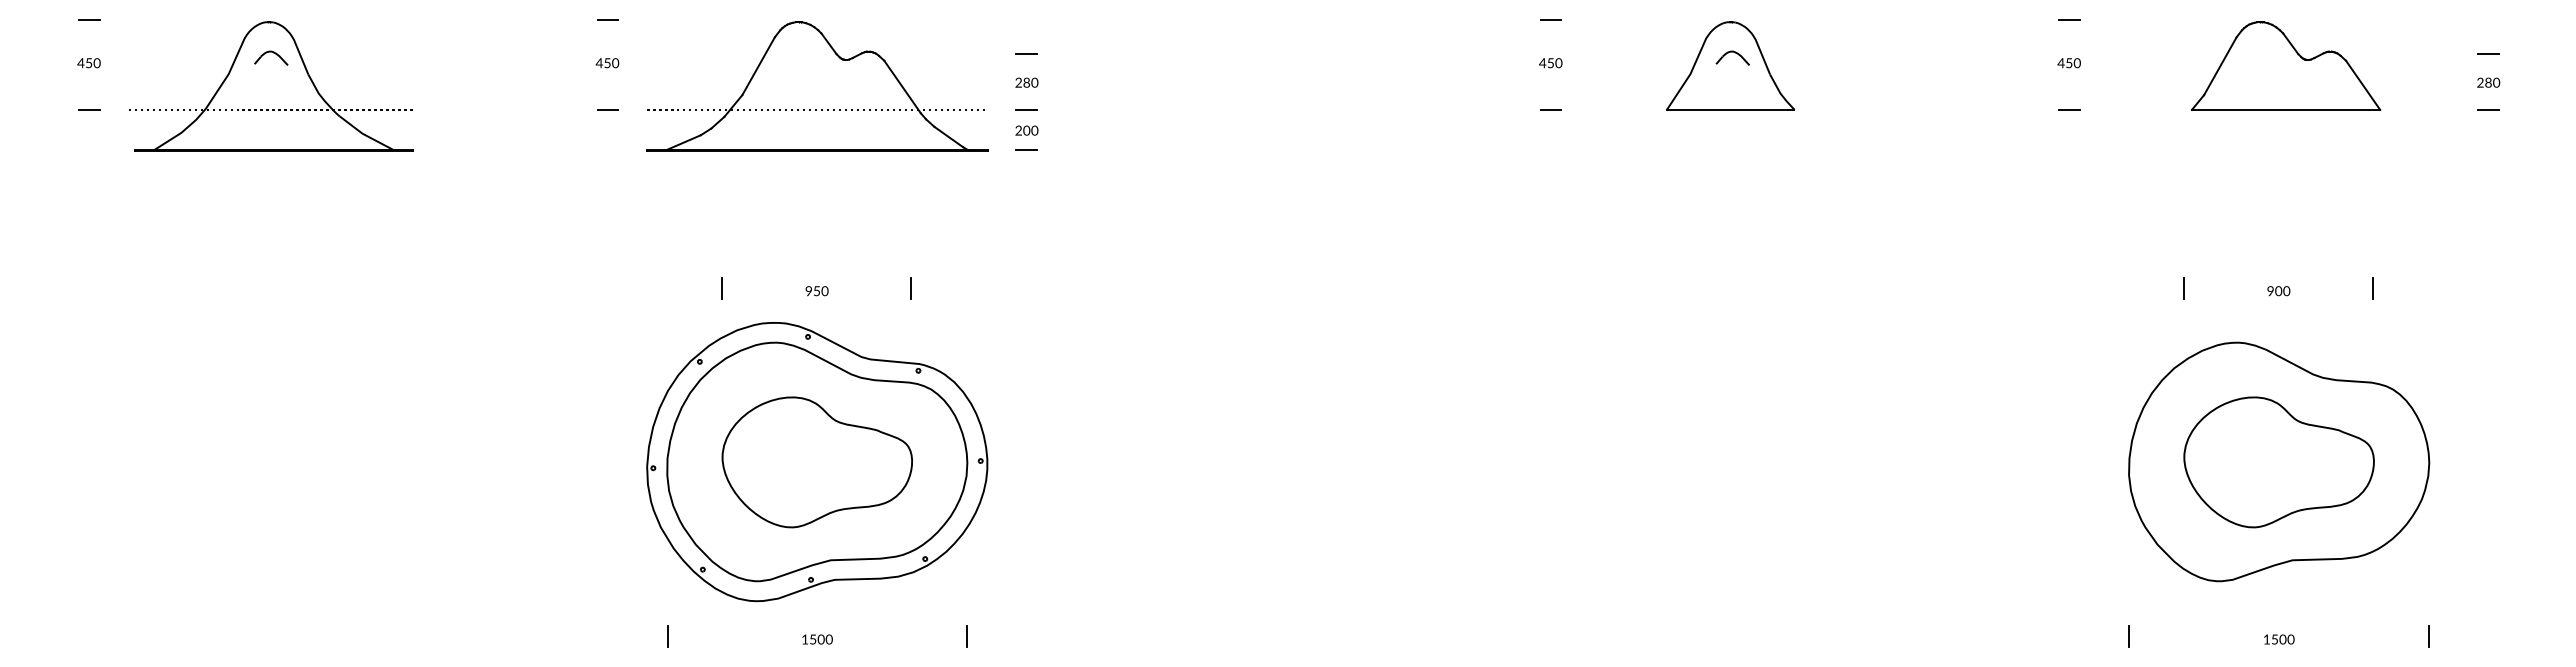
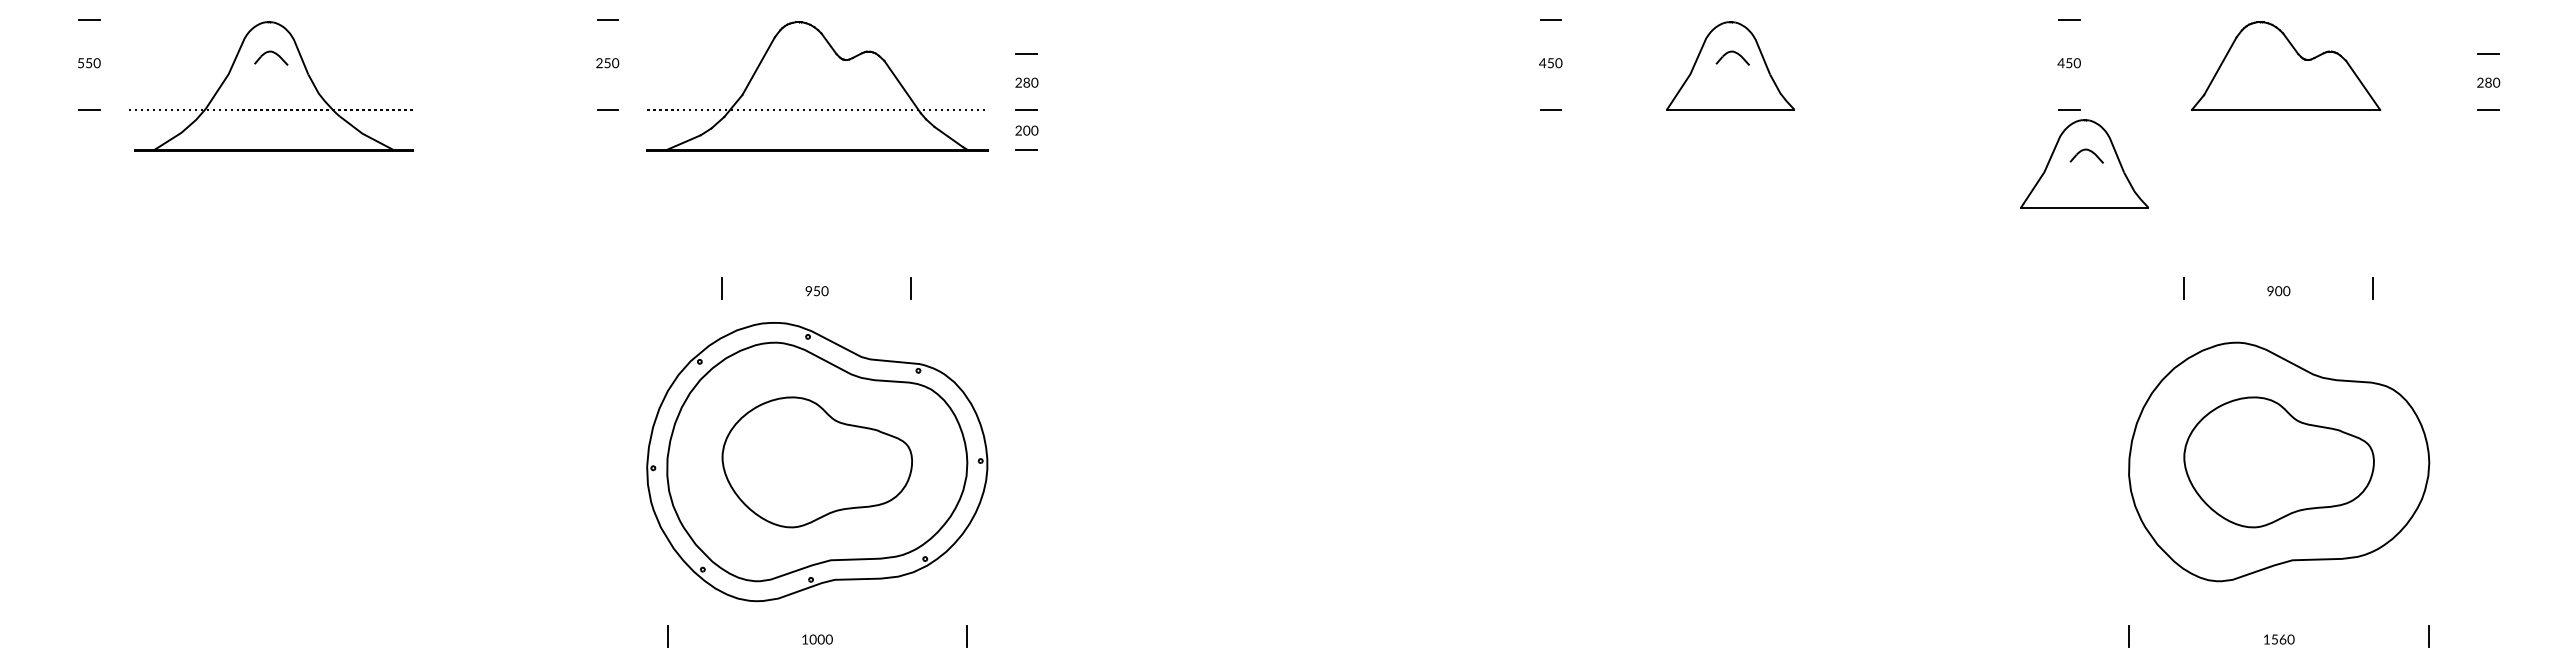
text at (80, 63): 450 -> 550
text at (598, 63): 450 -> 250
part at (2084, 163): none -> present
text at (2282, 638): 1500 -> 1560
text at (812, 639): 1500 -> 1000
